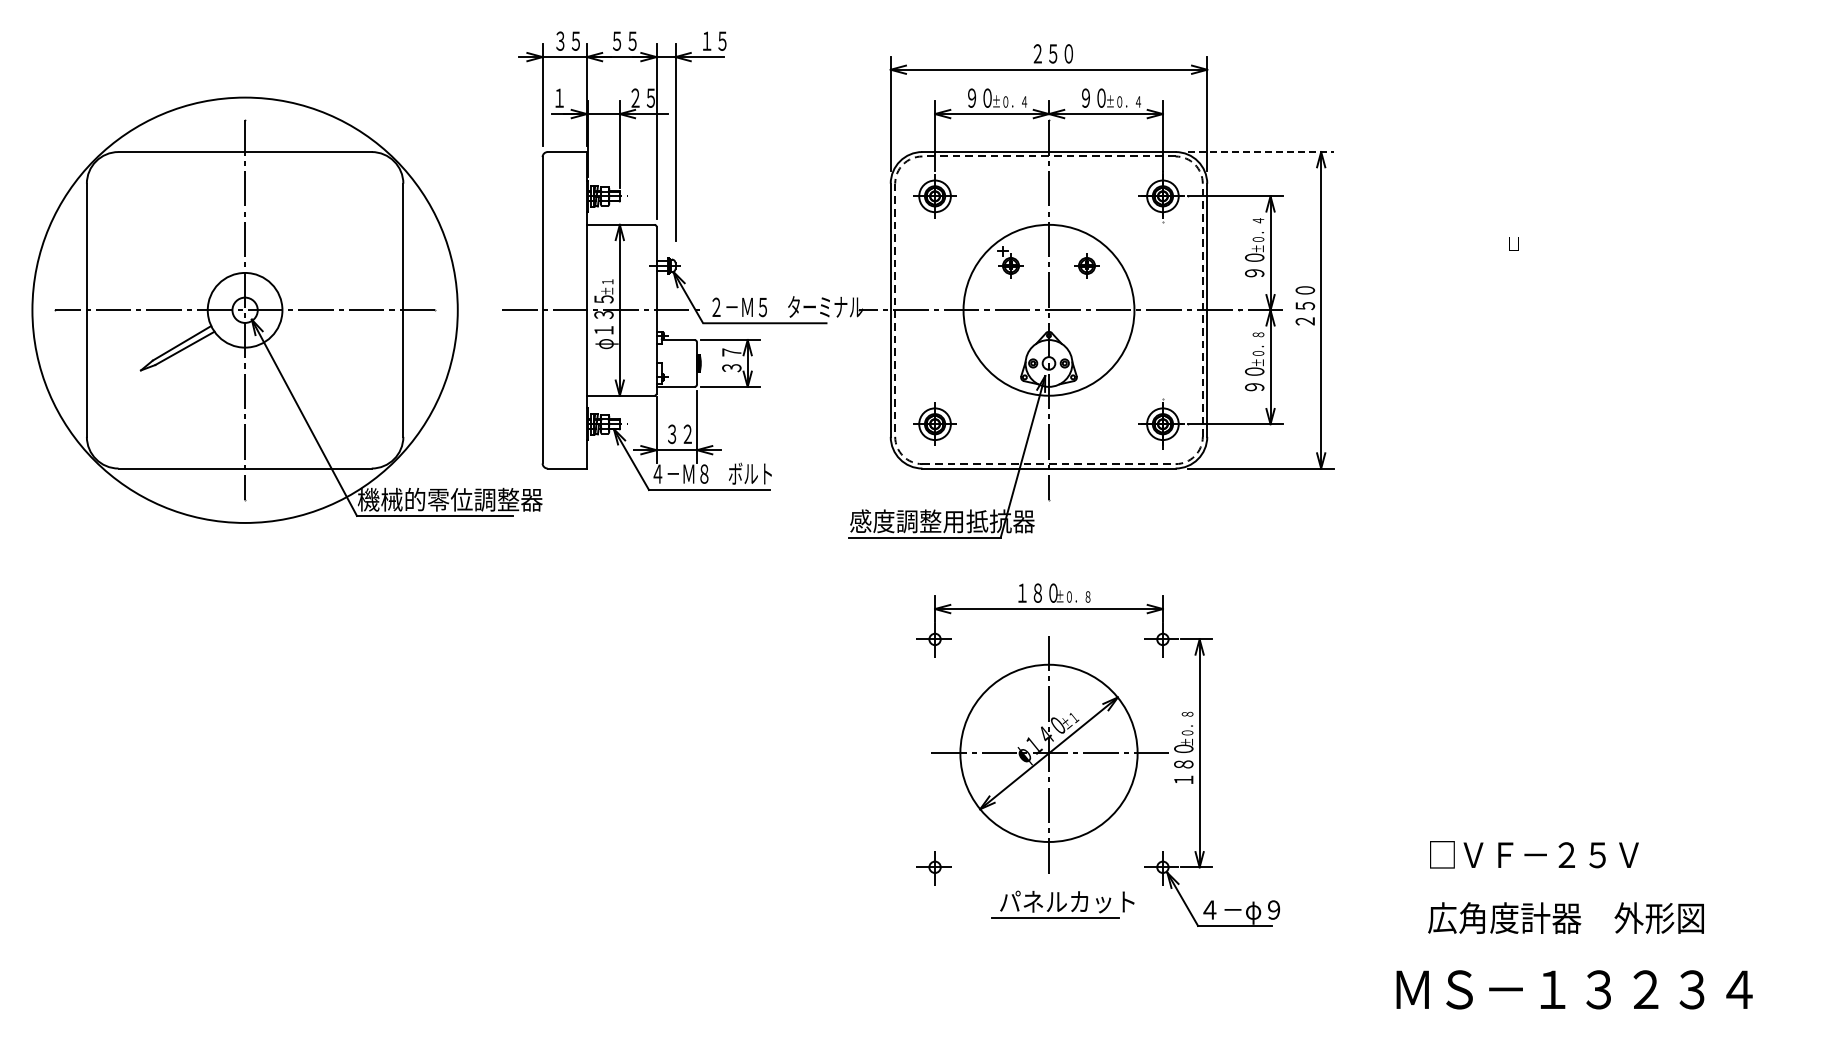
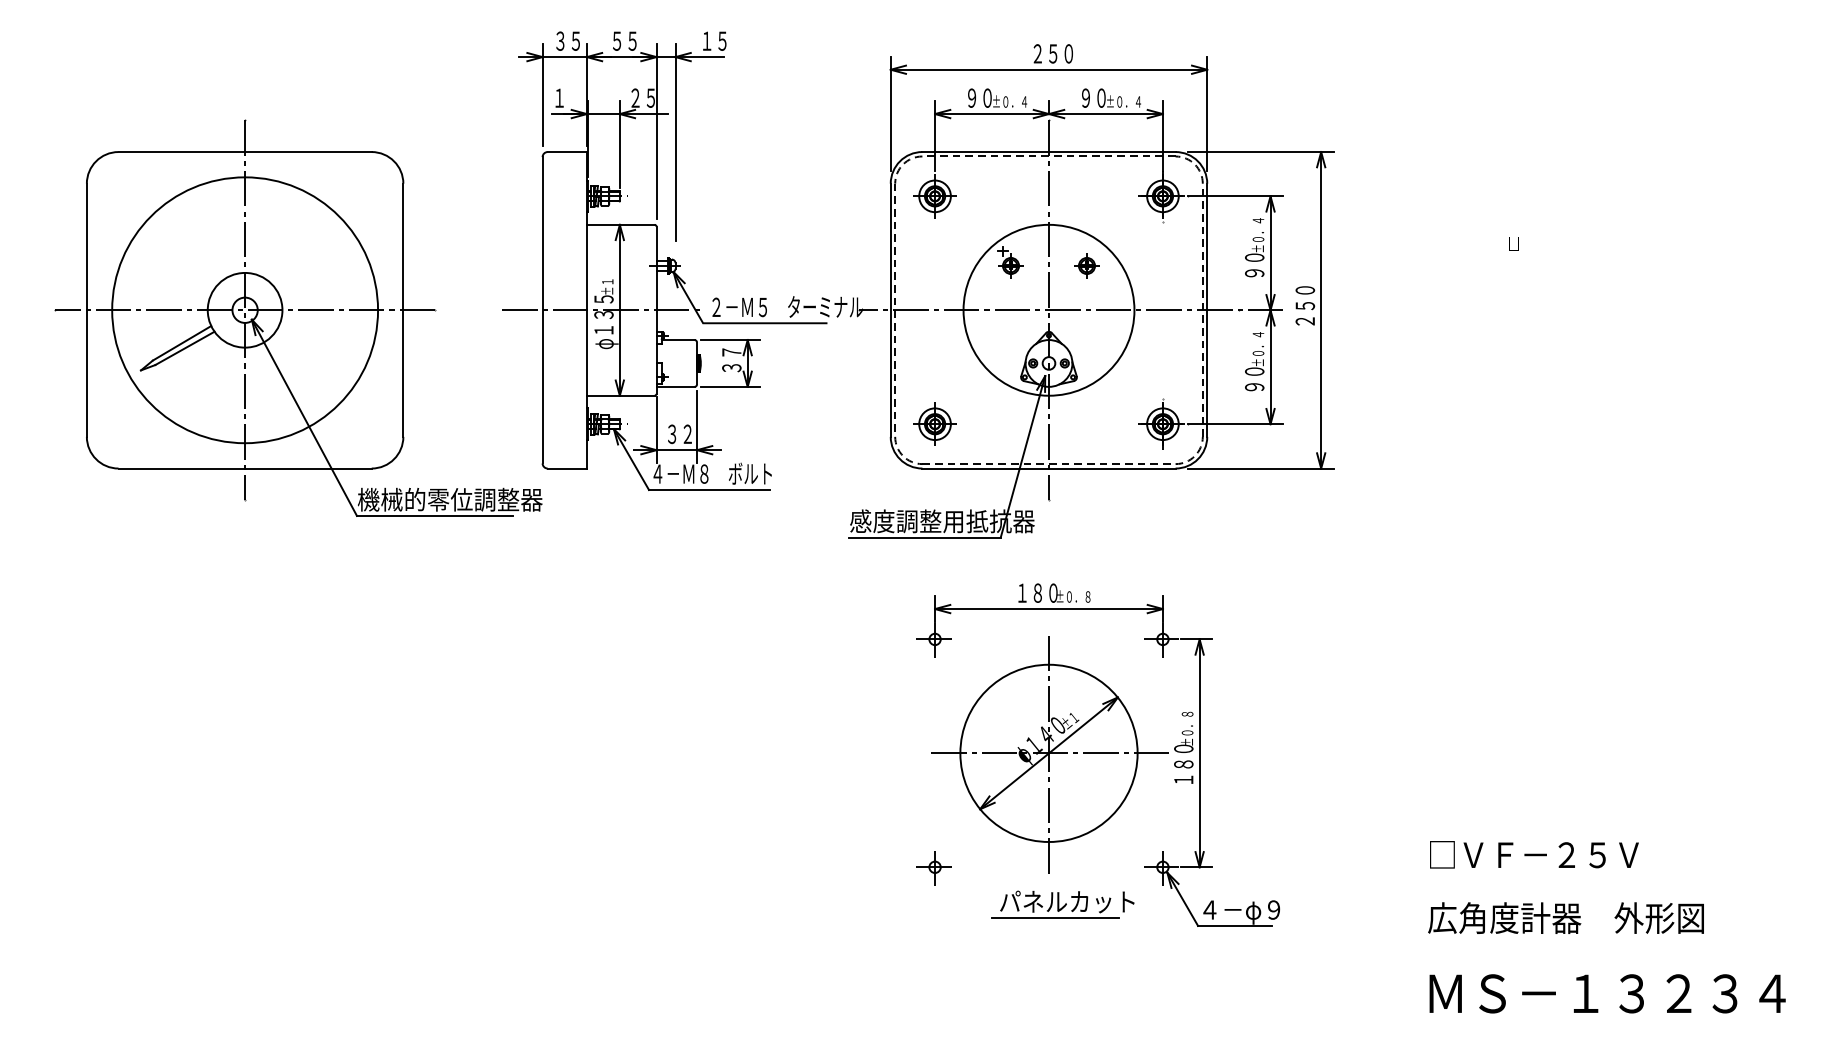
line at (1261, 152): dashed -> solid
circle at (244, 309) diameter: 425 px -> 266 px
text at (1258, 334): ±０．８ -> ±０．４
text at (1574, 989) position: (1574, 989) -> (1607, 993)
